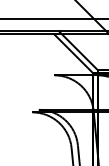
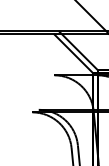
line at (53, 18): present -> none
